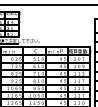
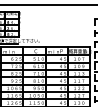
line at (95, 62): solid -> dashed
